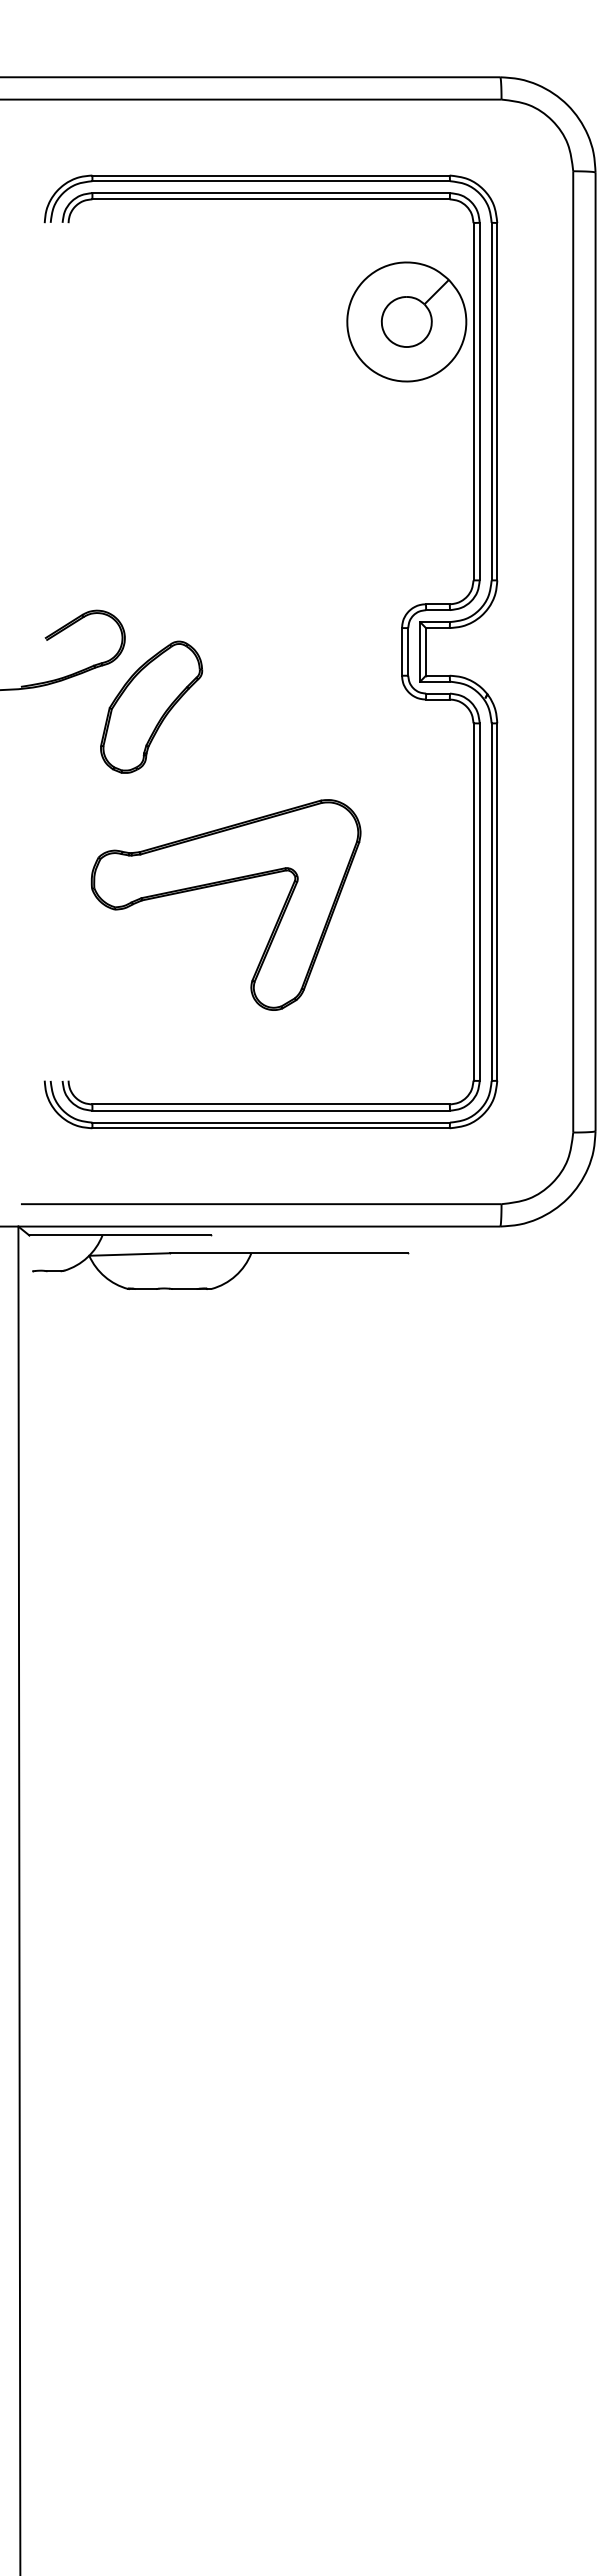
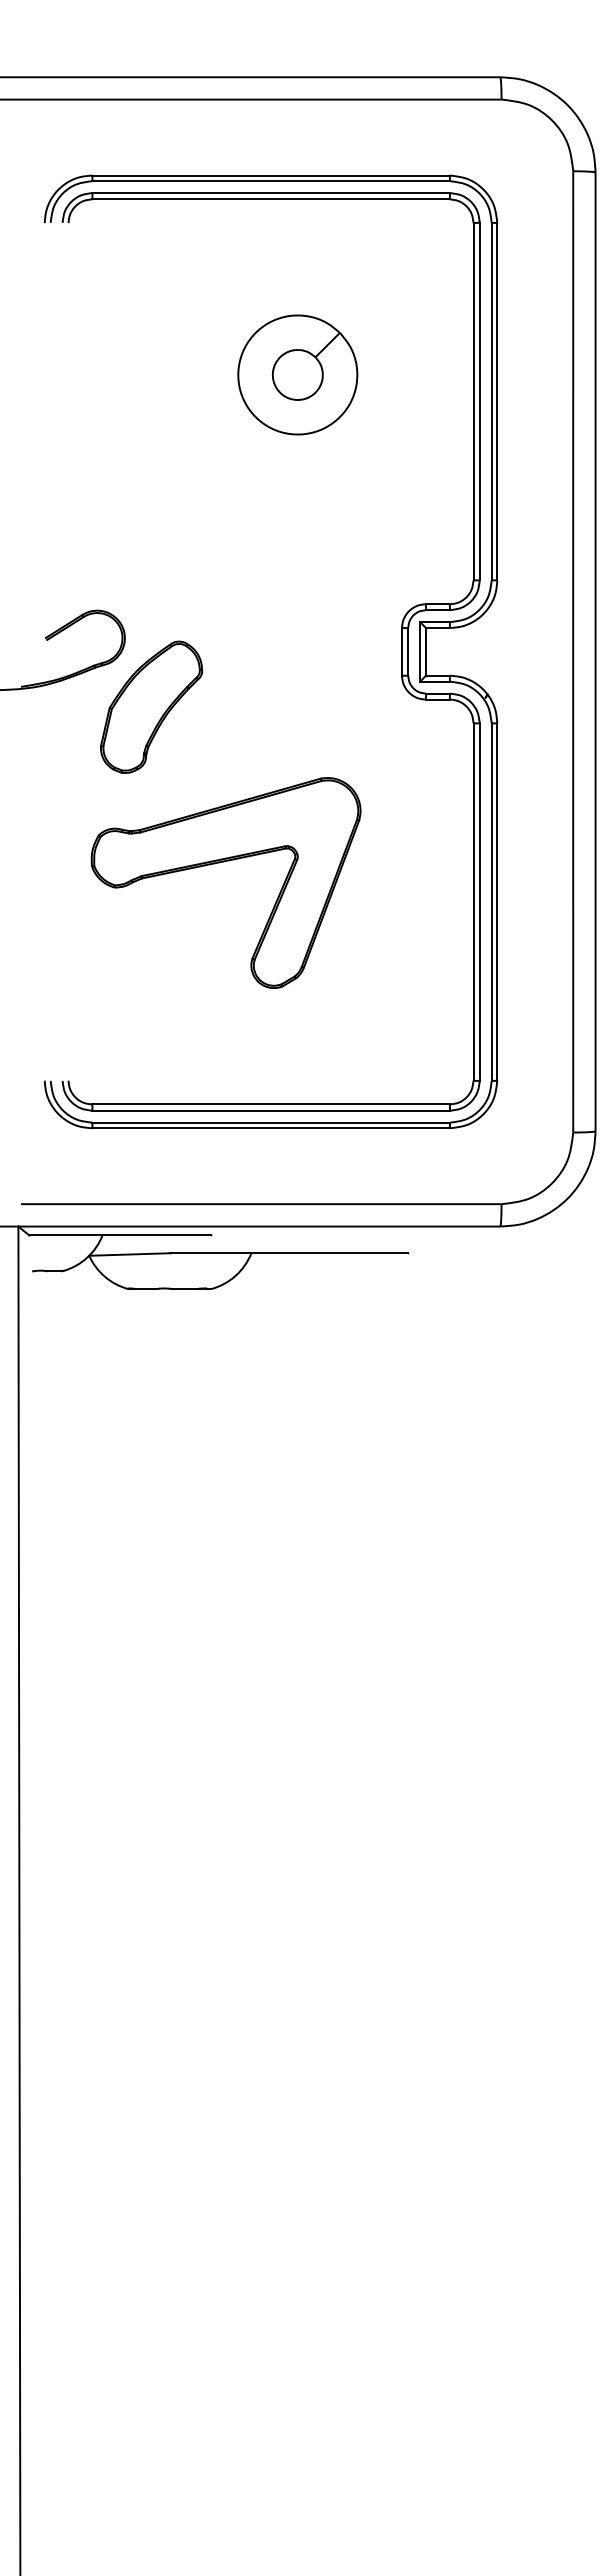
part at (406, 321) position: (406, 321) -> (297, 374)
part at (219, 885) position: (219, 885) -> (219, 863)
